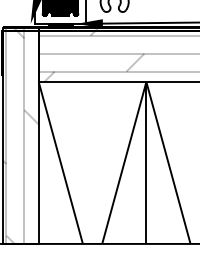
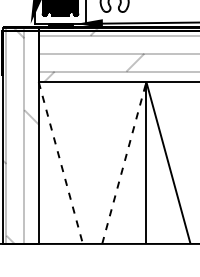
line at (60, 162): solid -> dashed
line at (124, 162): solid -> dashed
